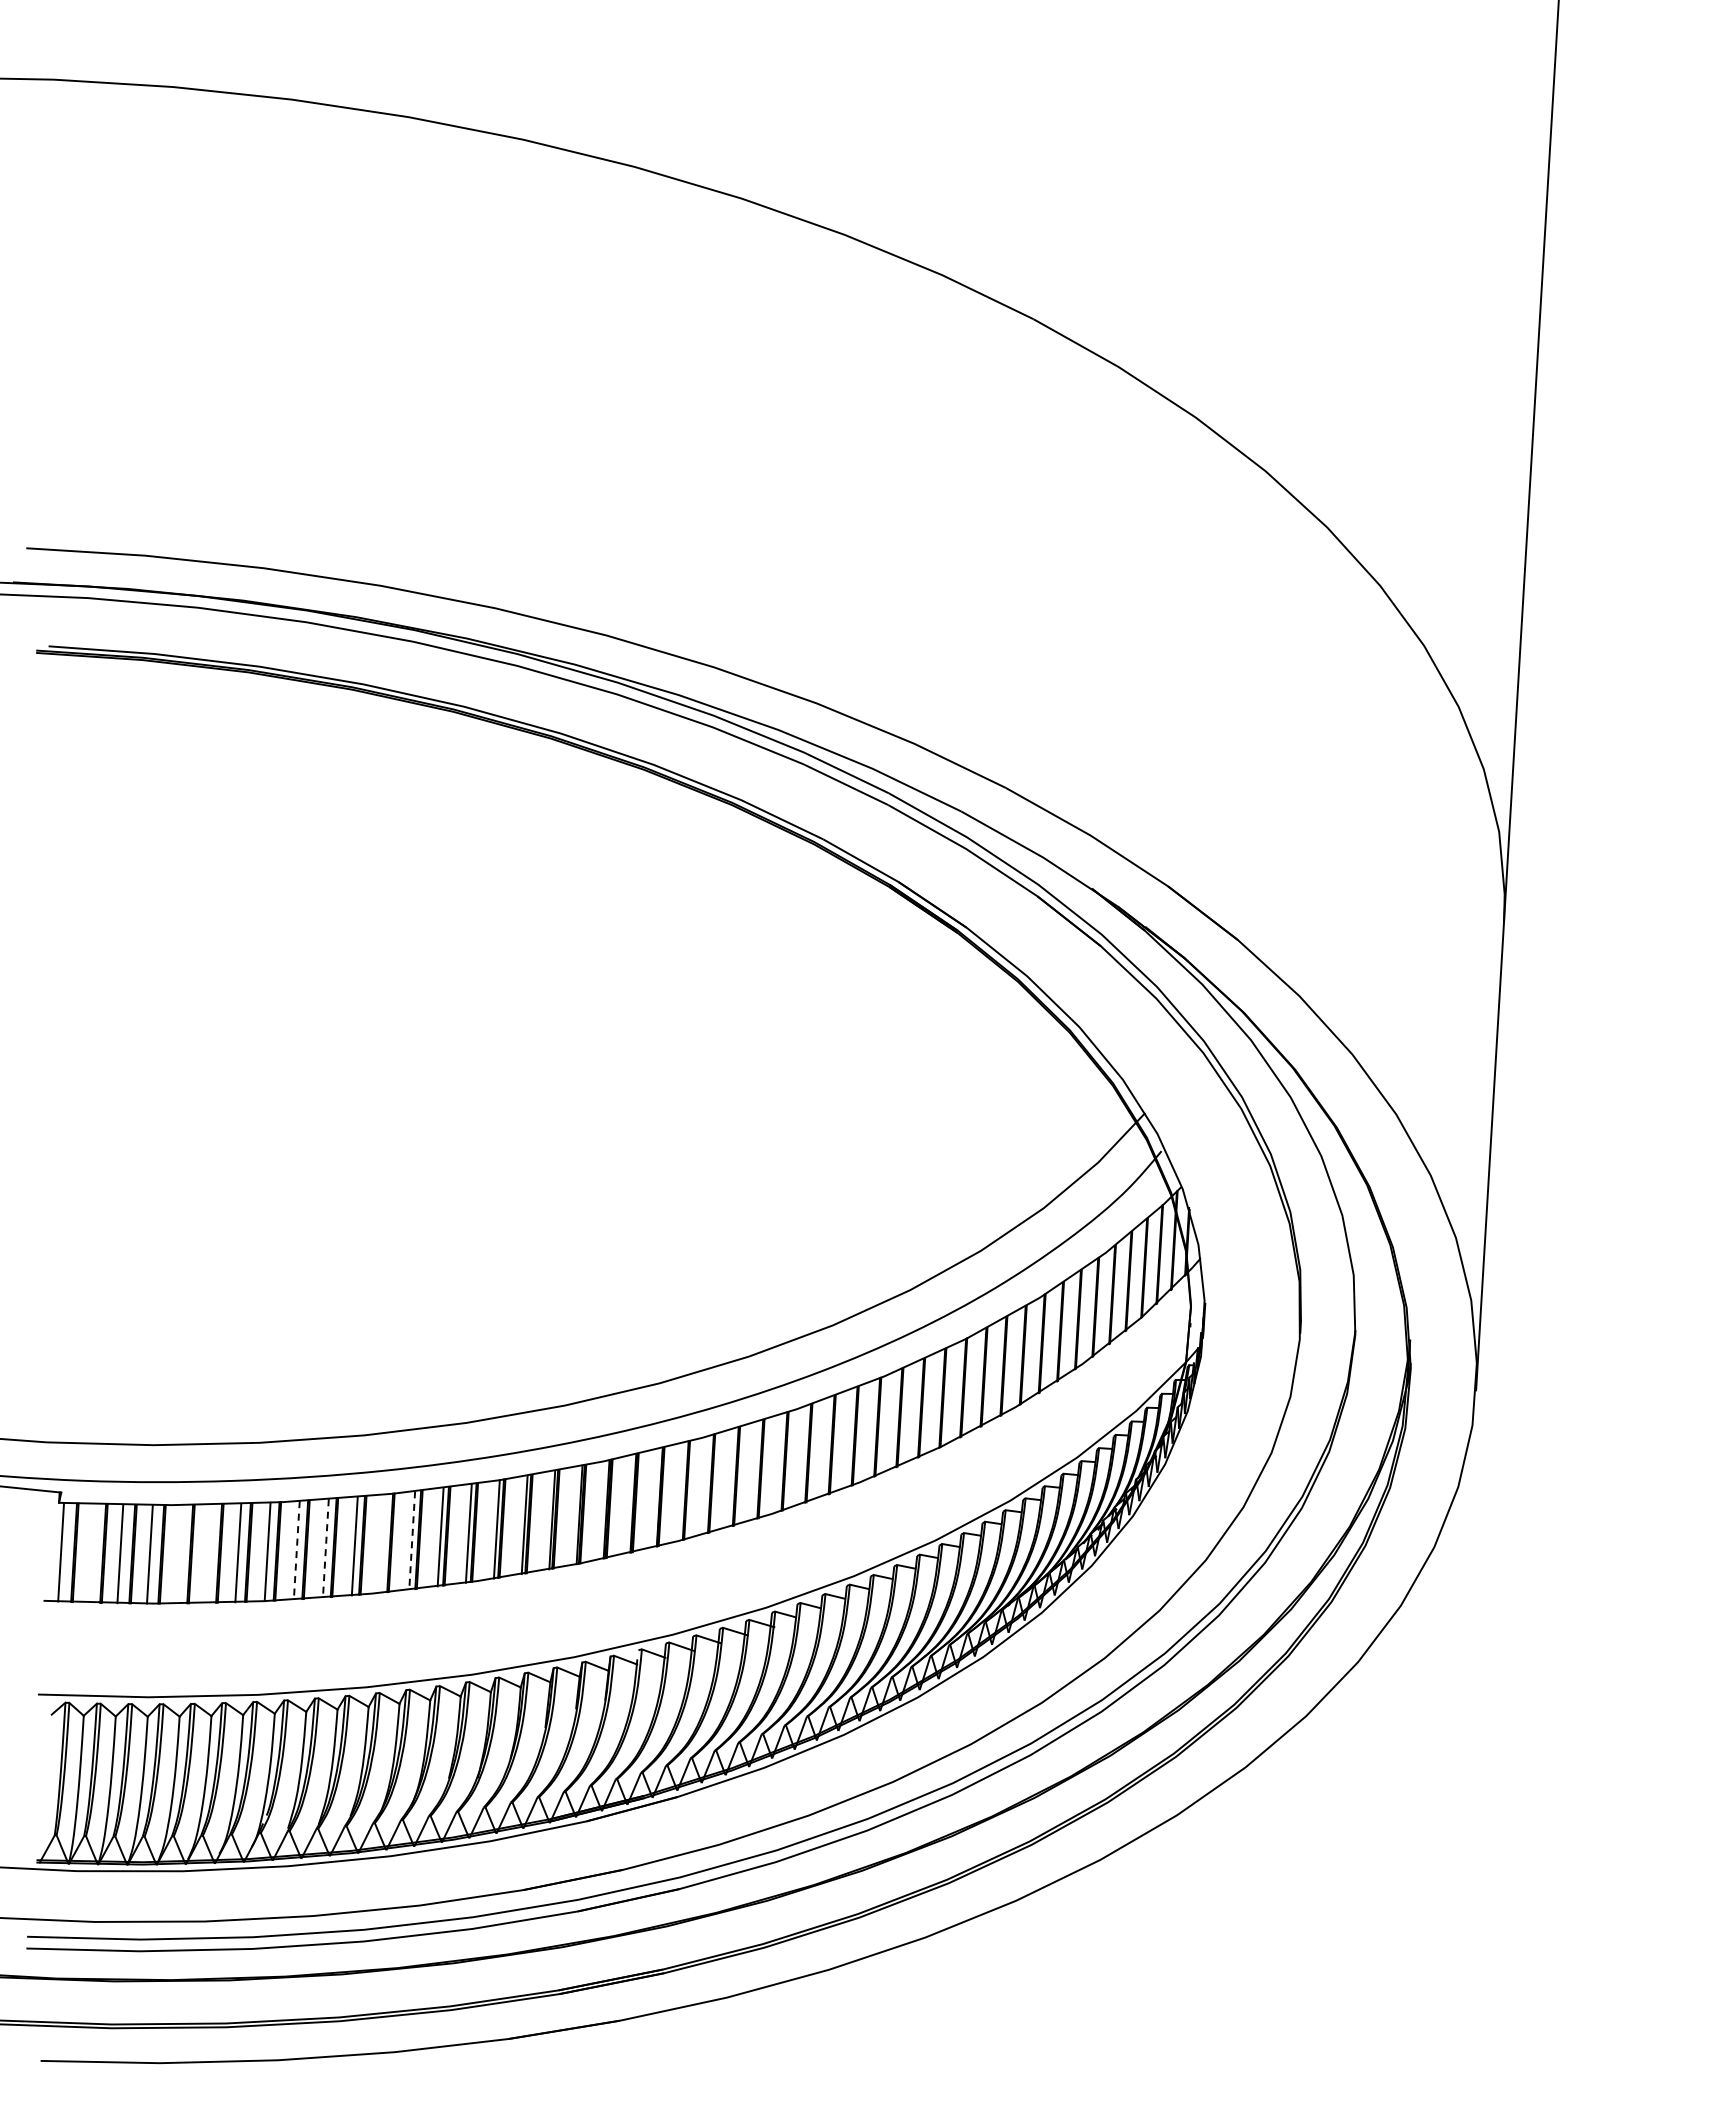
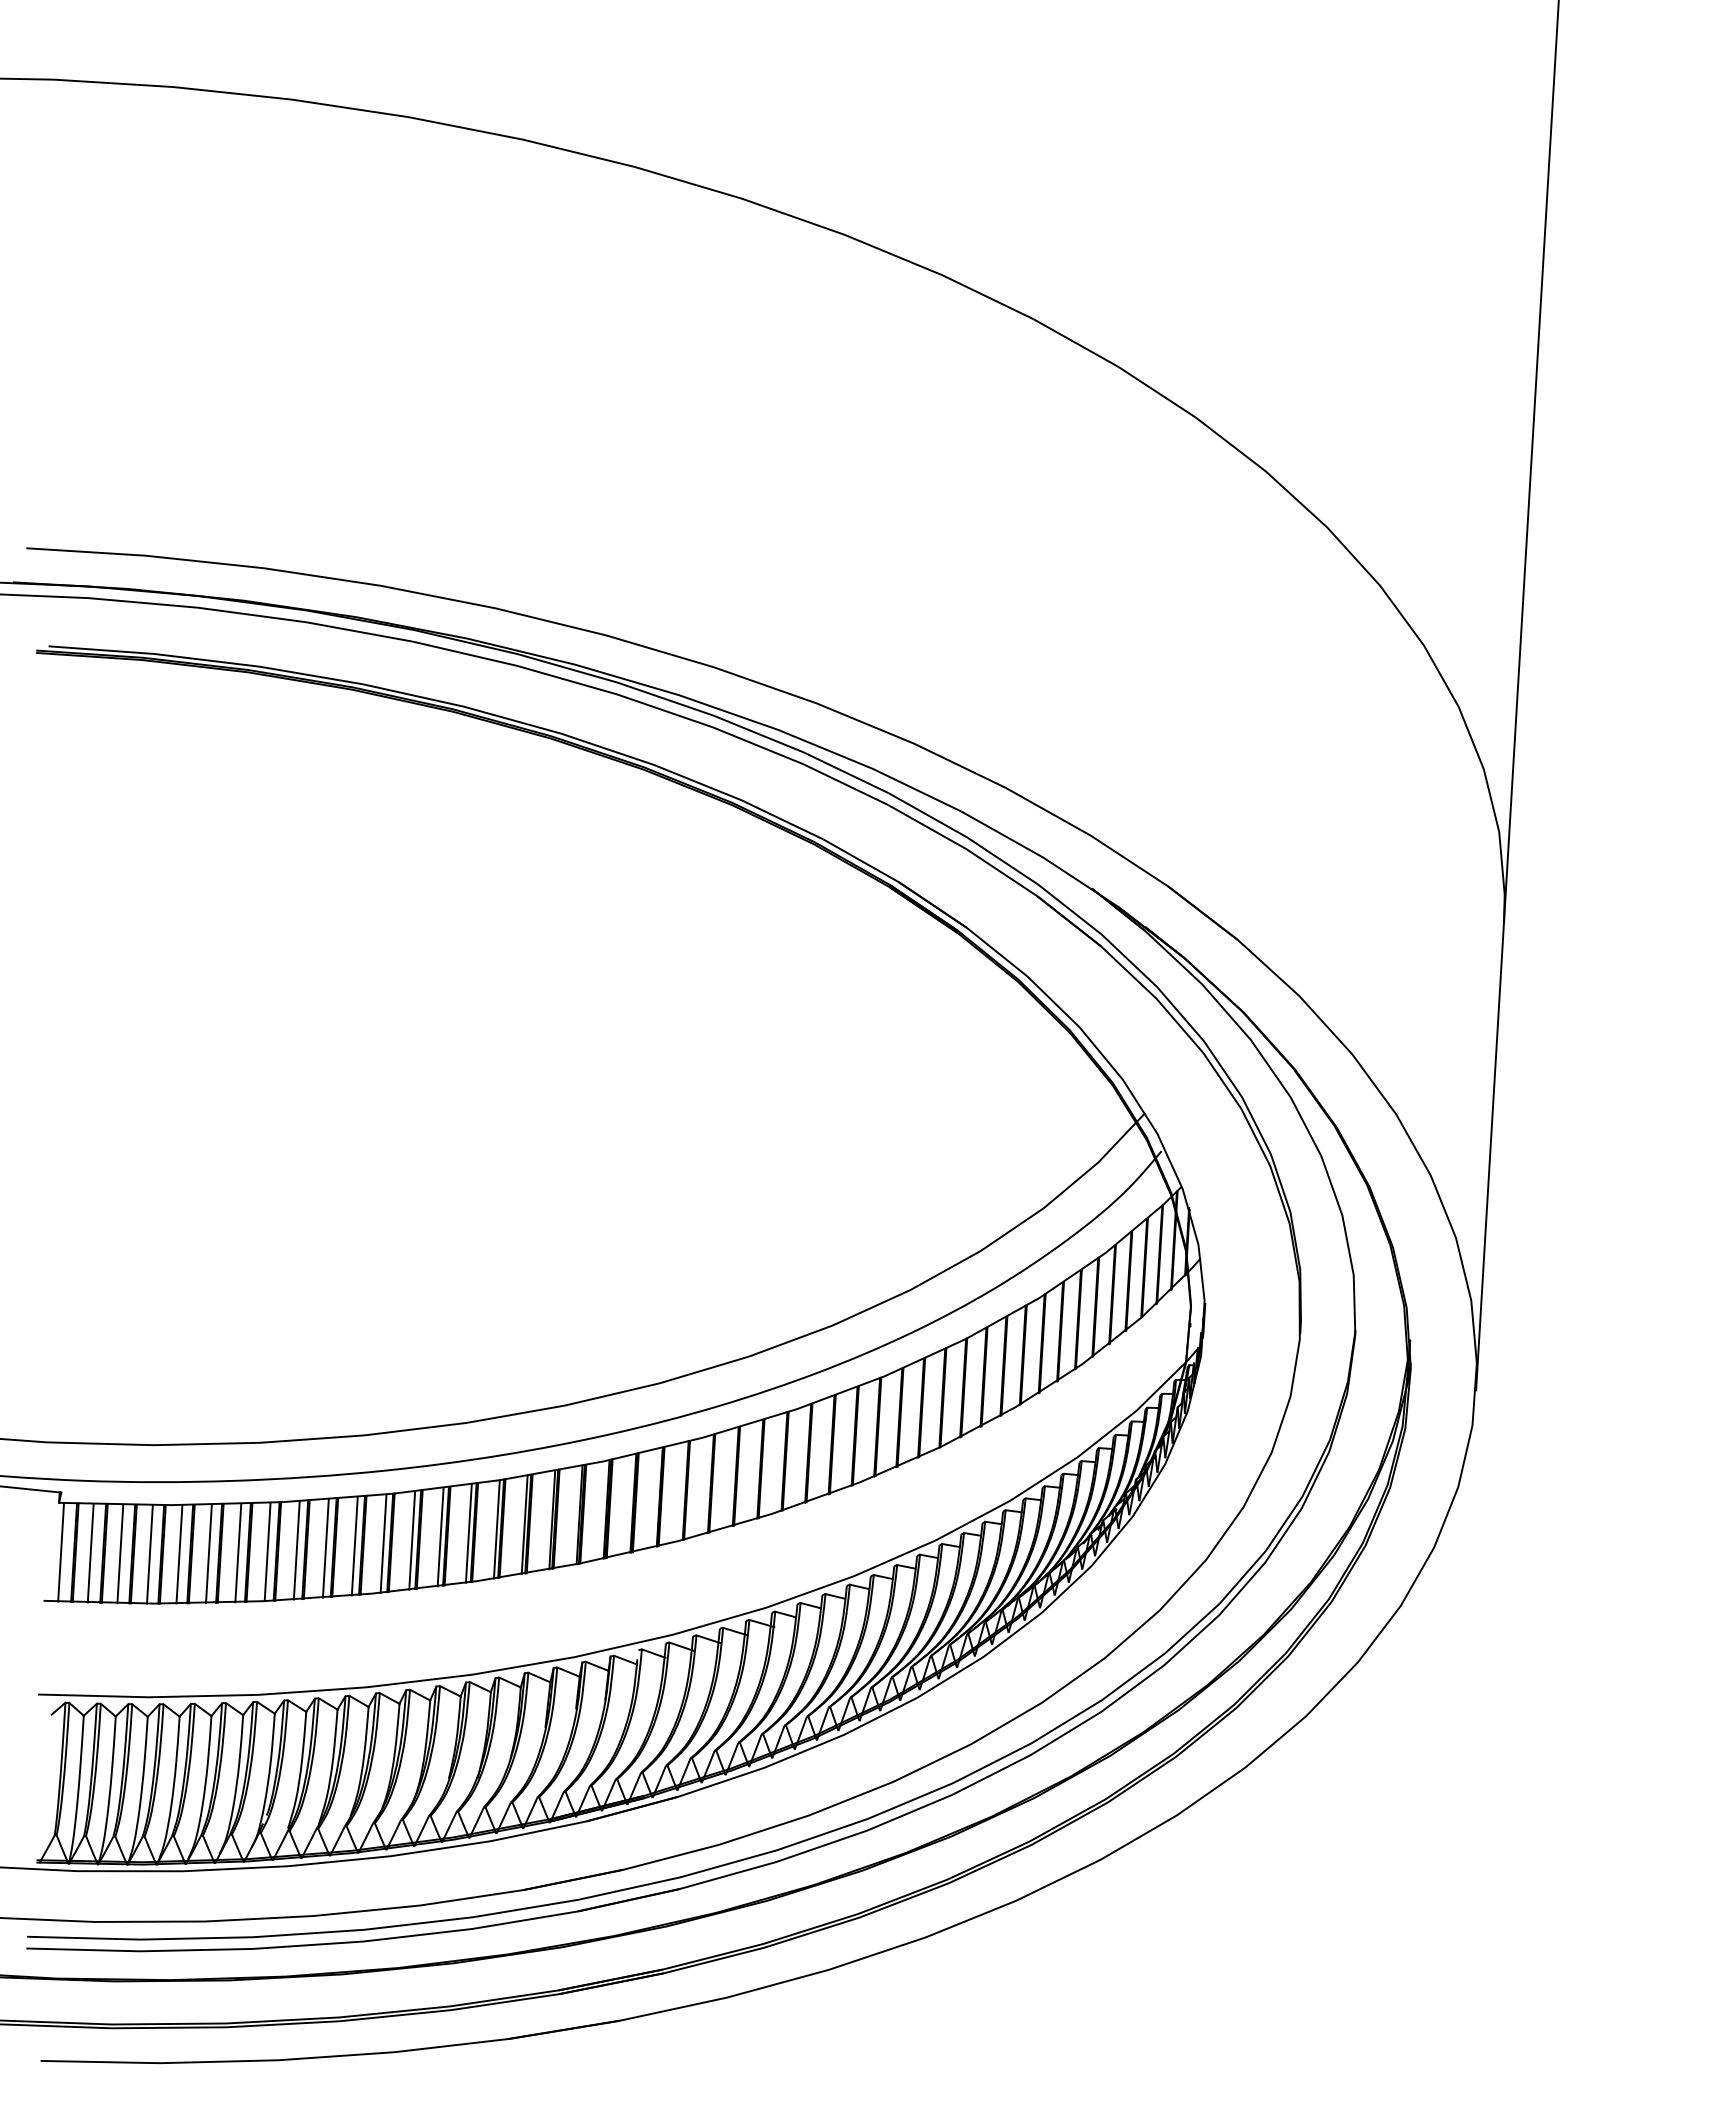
line at (412, 1541): dashed -> solid
line at (383, 1543): none -> present
line at (325, 1548): dashed -> solid
line at (296, 1550): dashed -> solid
line at (90, 1553): none -> present
line at (208, 1553): none -> present
line at (179, 1554): none -> present
